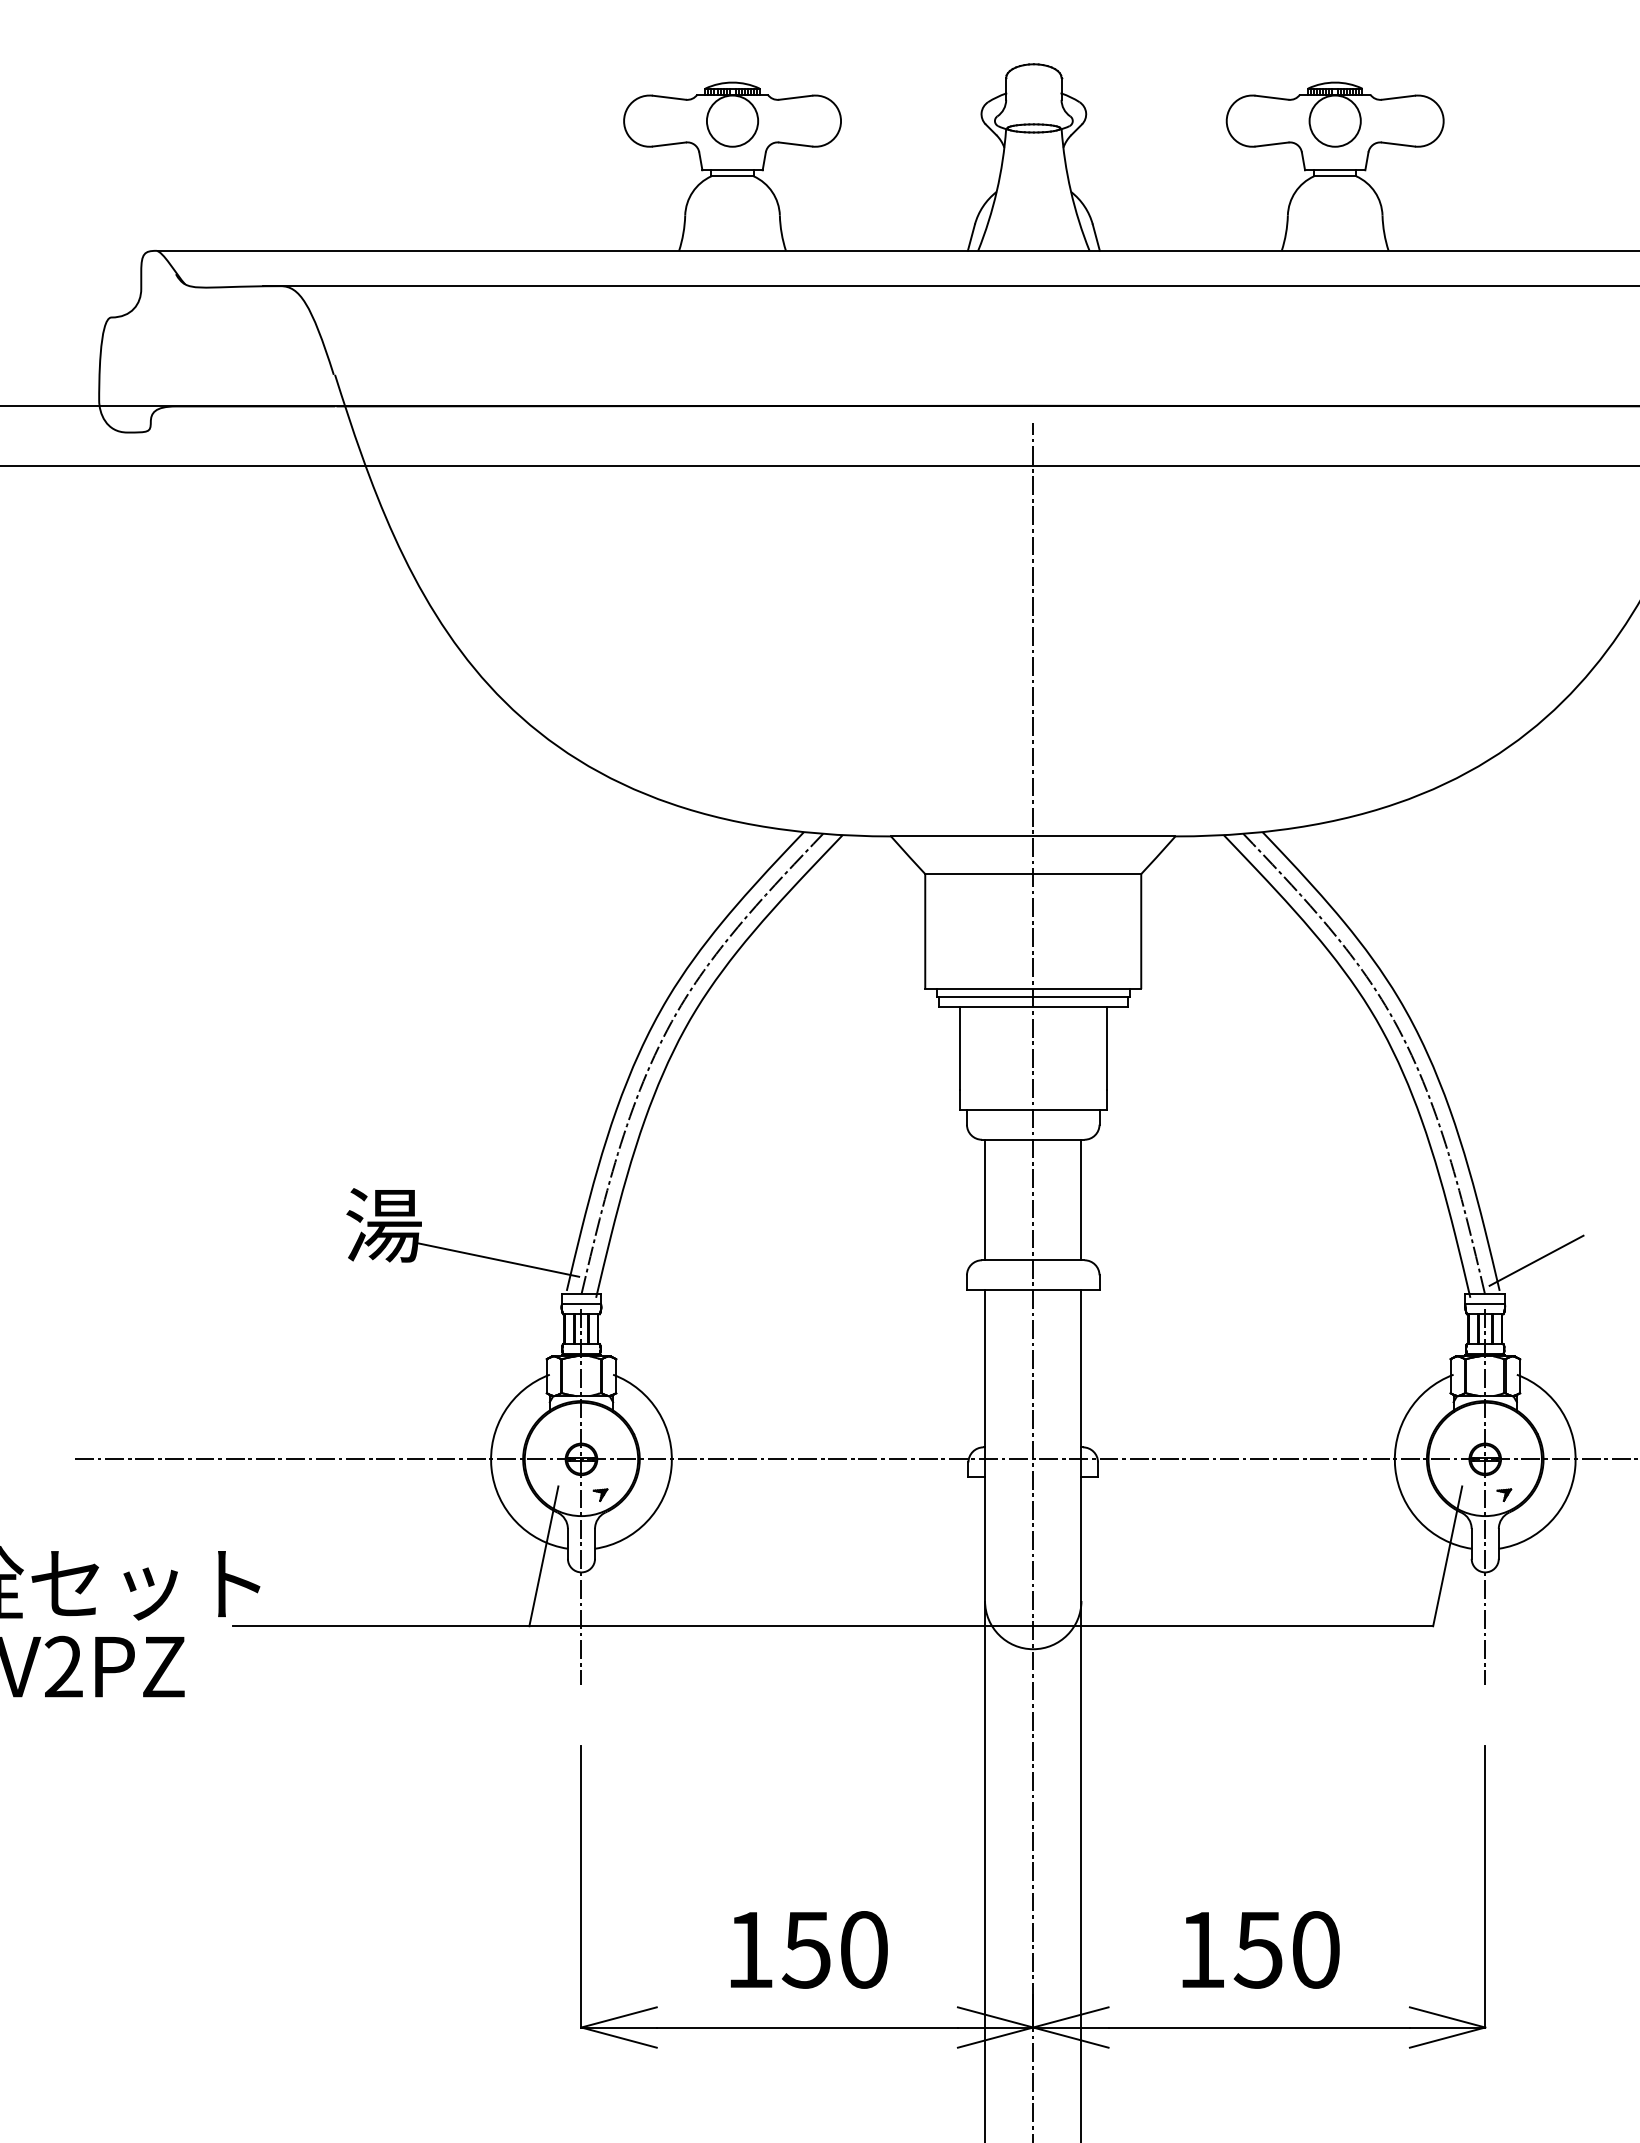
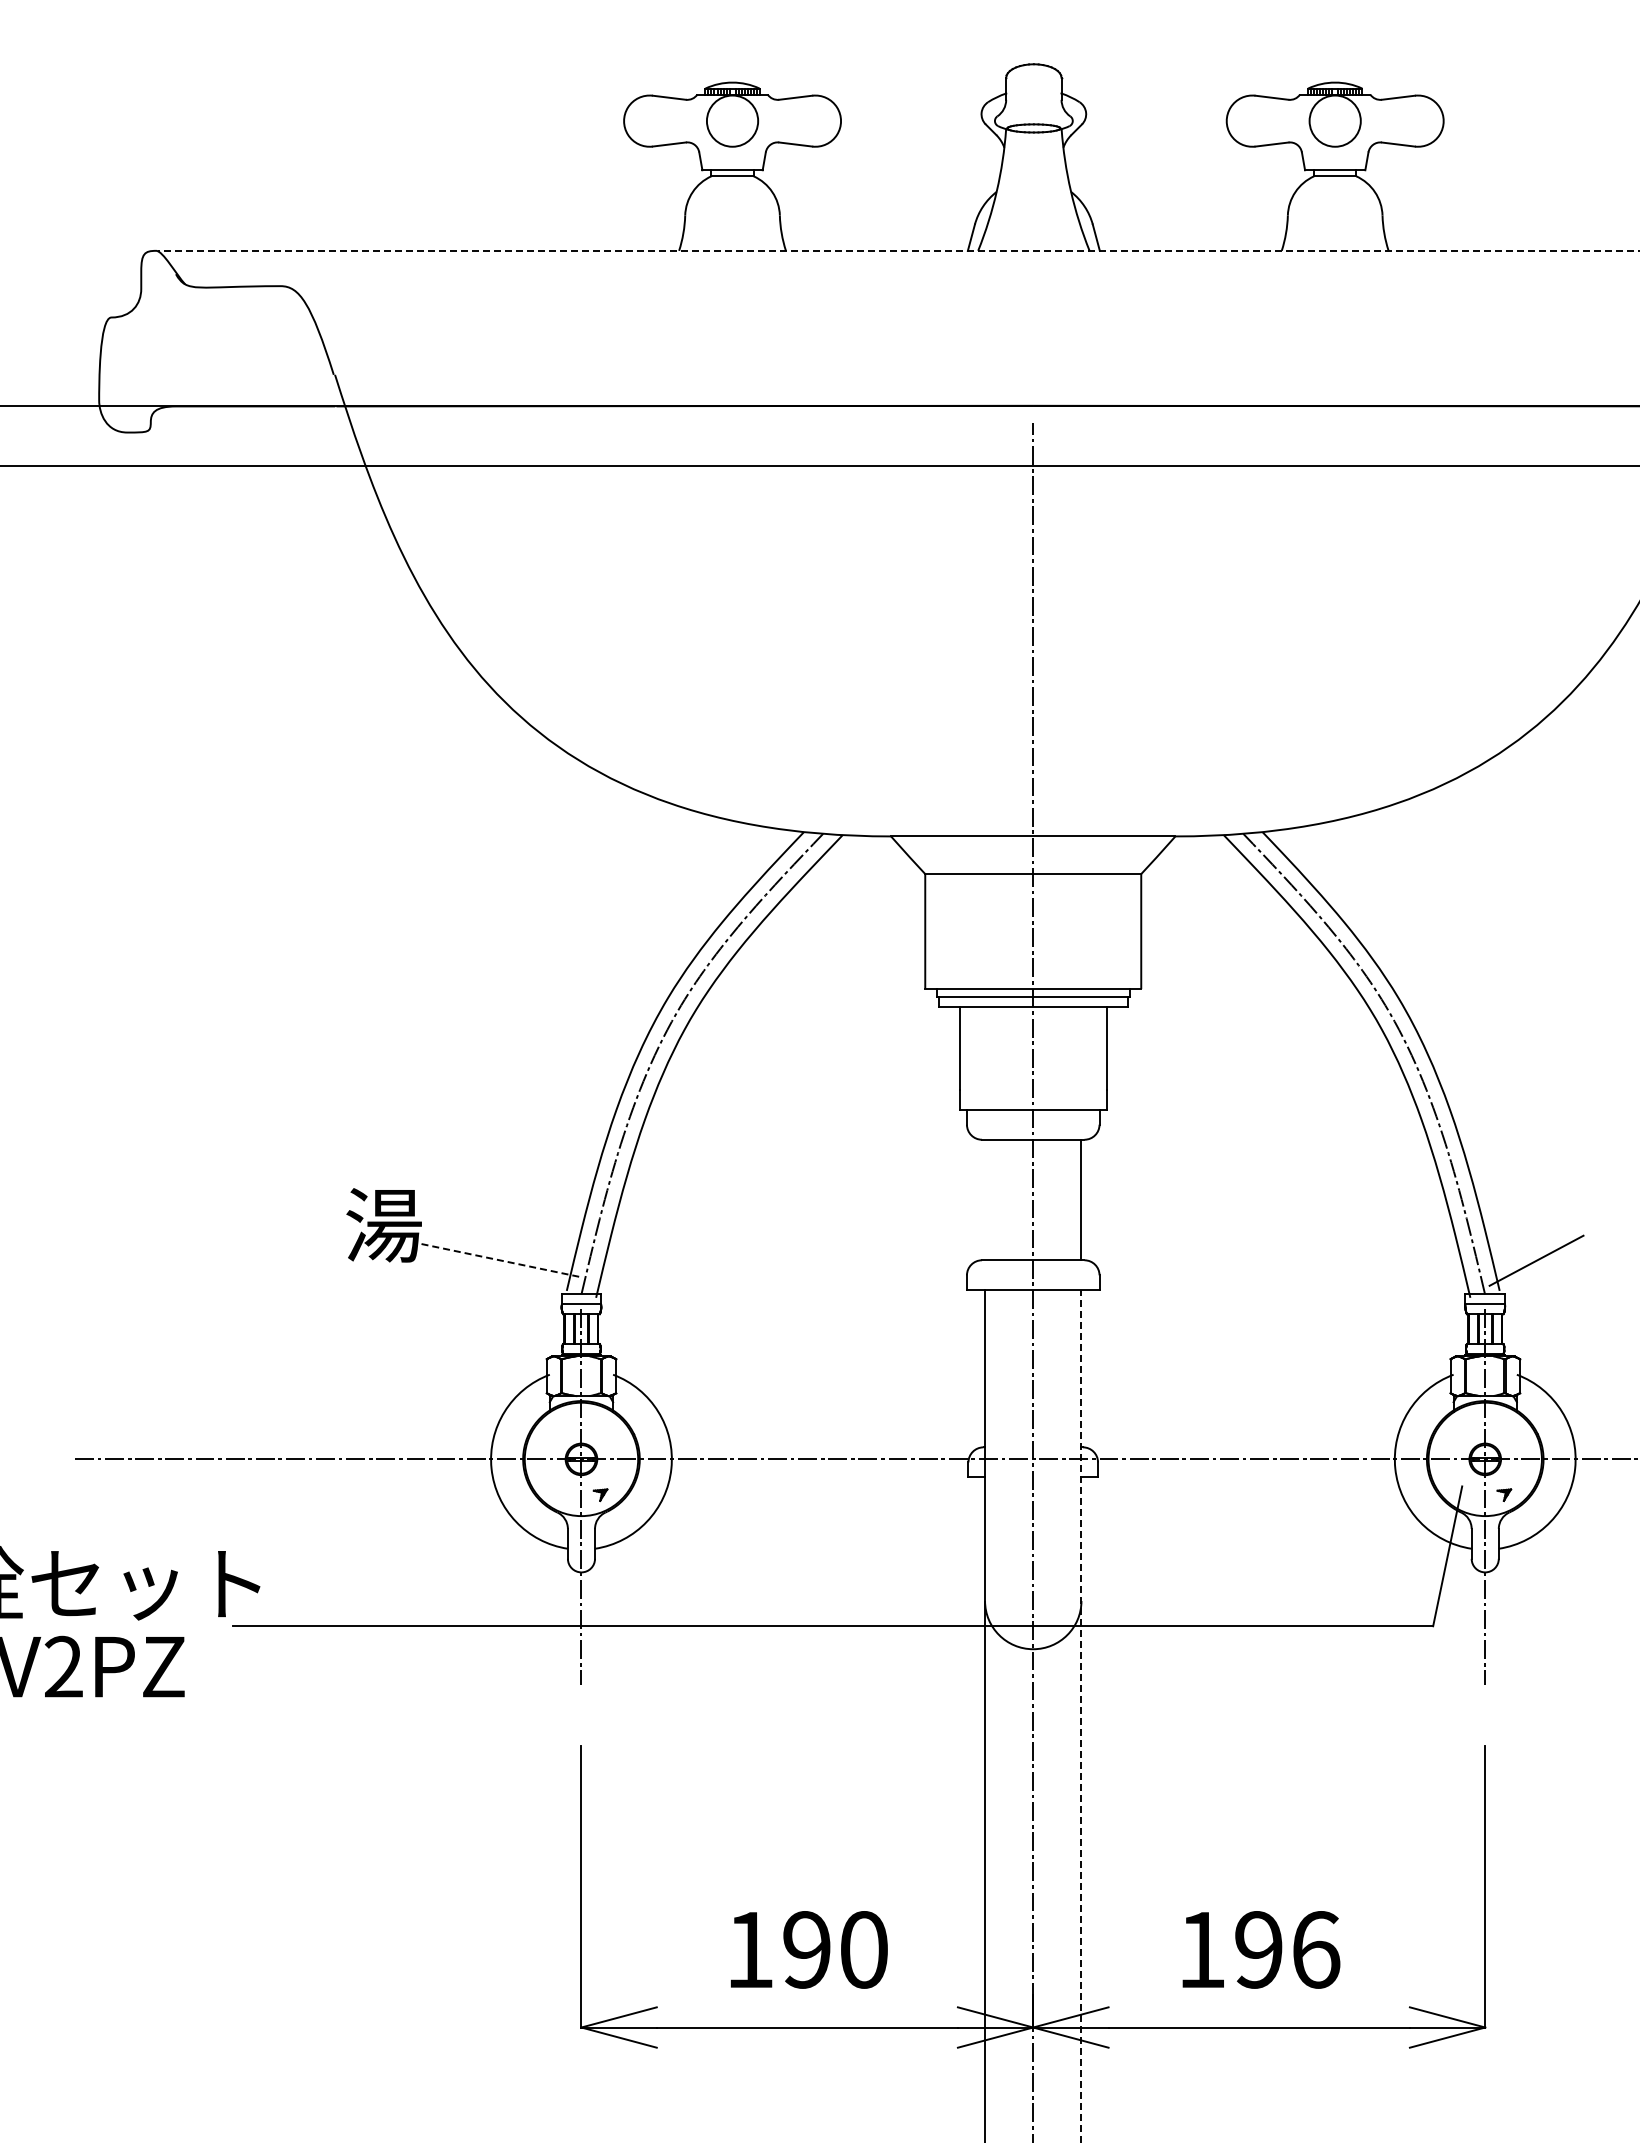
line at (898, 250): solid -> dashed
line at (949, 286): present -> none
line at (985, 1199): present -> none
line at (498, 1259): solid -> dashed
line at (543, 1556): present -> none
line at (1081, 1716): solid -> dashed
text at (806, 1949): 150 -> 190
text at (1286, 1949): 150 -> 196
